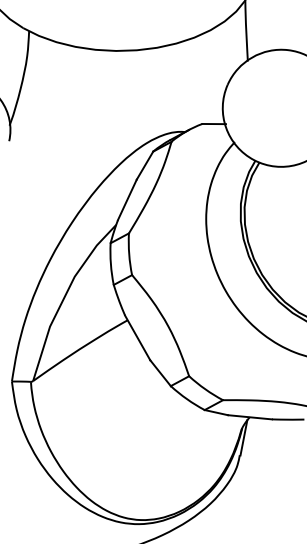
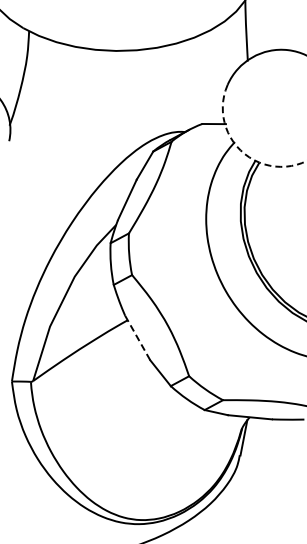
arc at (240, 150): solid -> dashed
line at (137, 338): solid -> dashed
